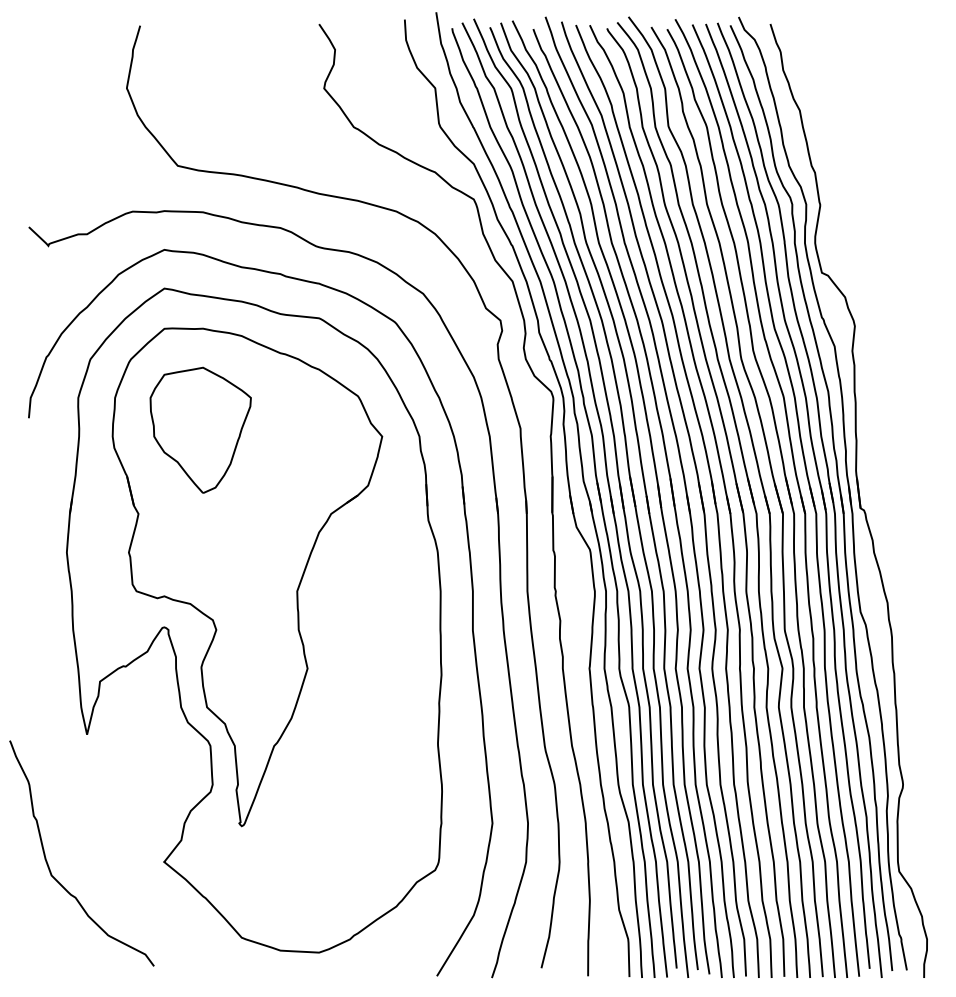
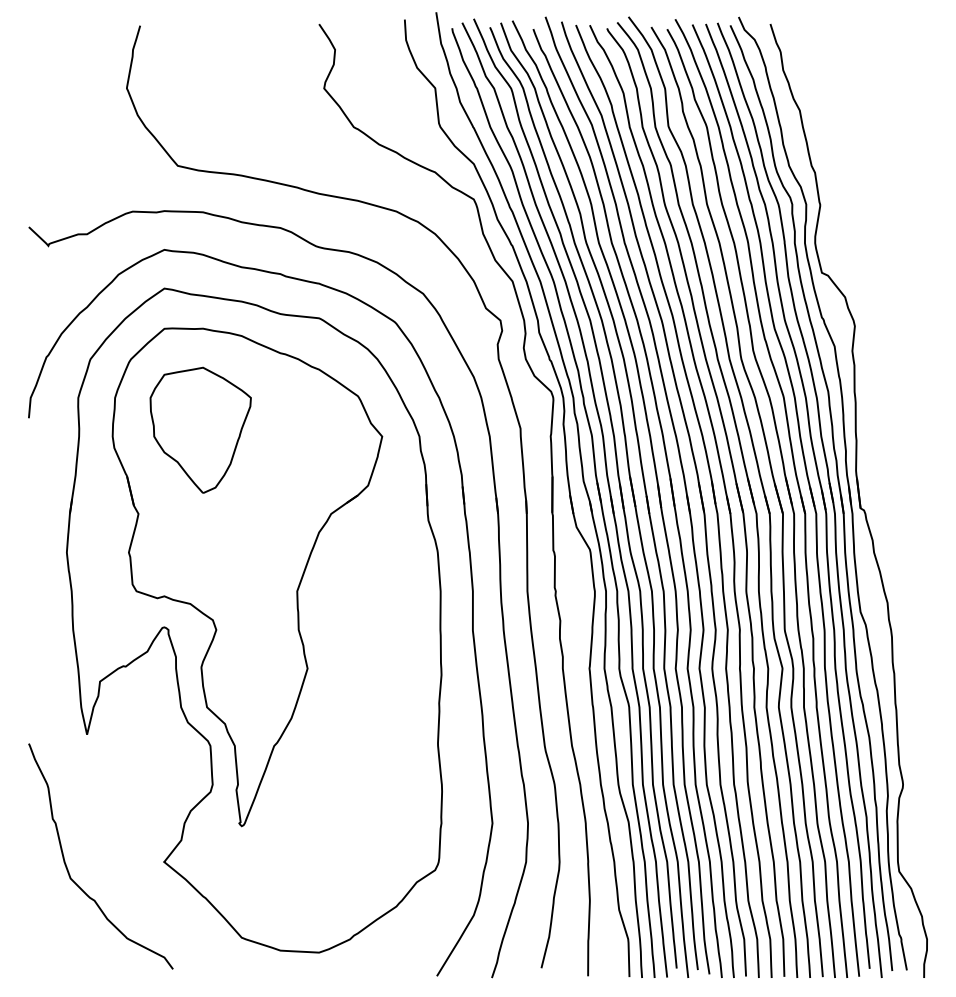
curve at (48, 863) position: (48, 863) -> (67, 866)
